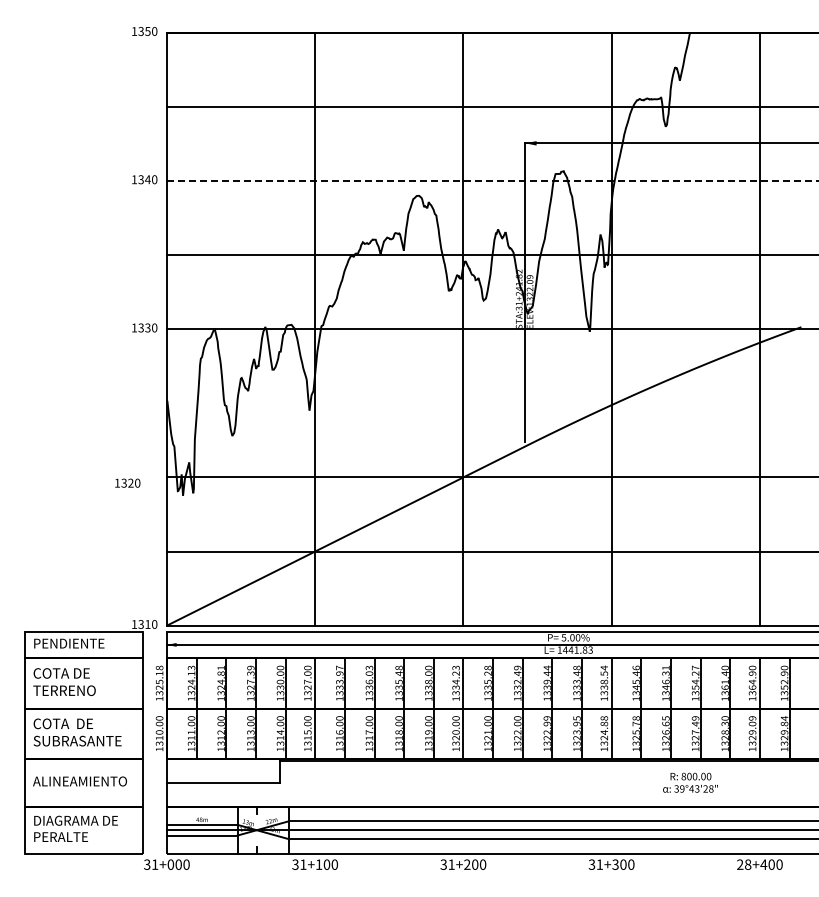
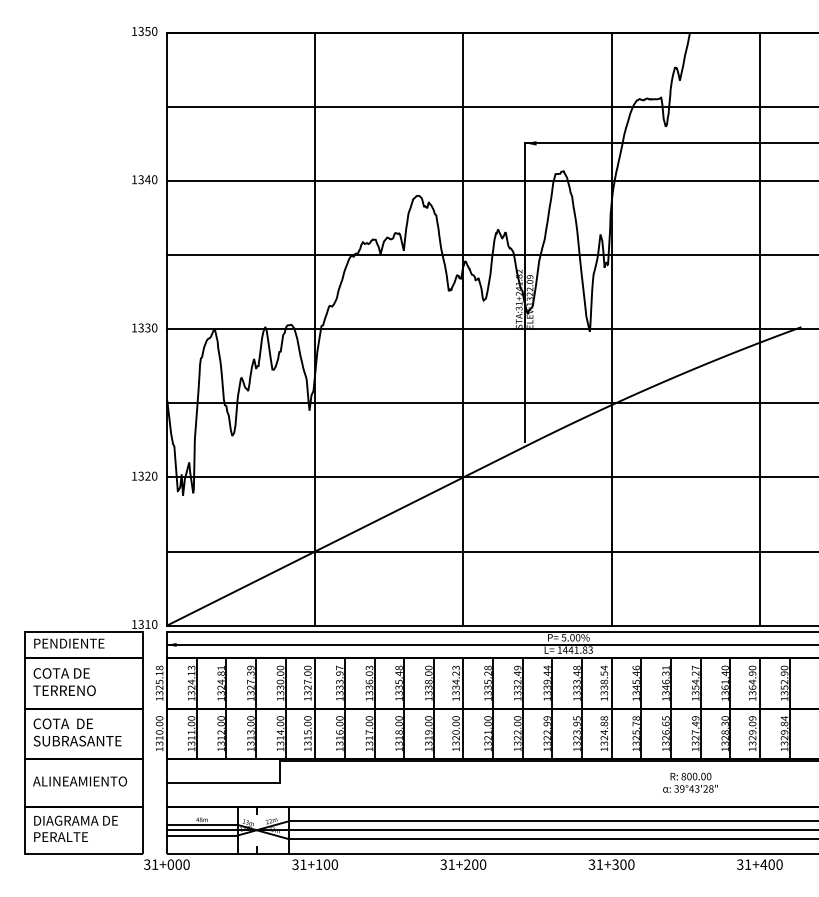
line at (492, 180): dashed -> solid
line at (490, 403): none -> present
text at (127, 482) position: (127, 482) -> (144, 475)
text at (744, 864): 28+400 -> 31+400
